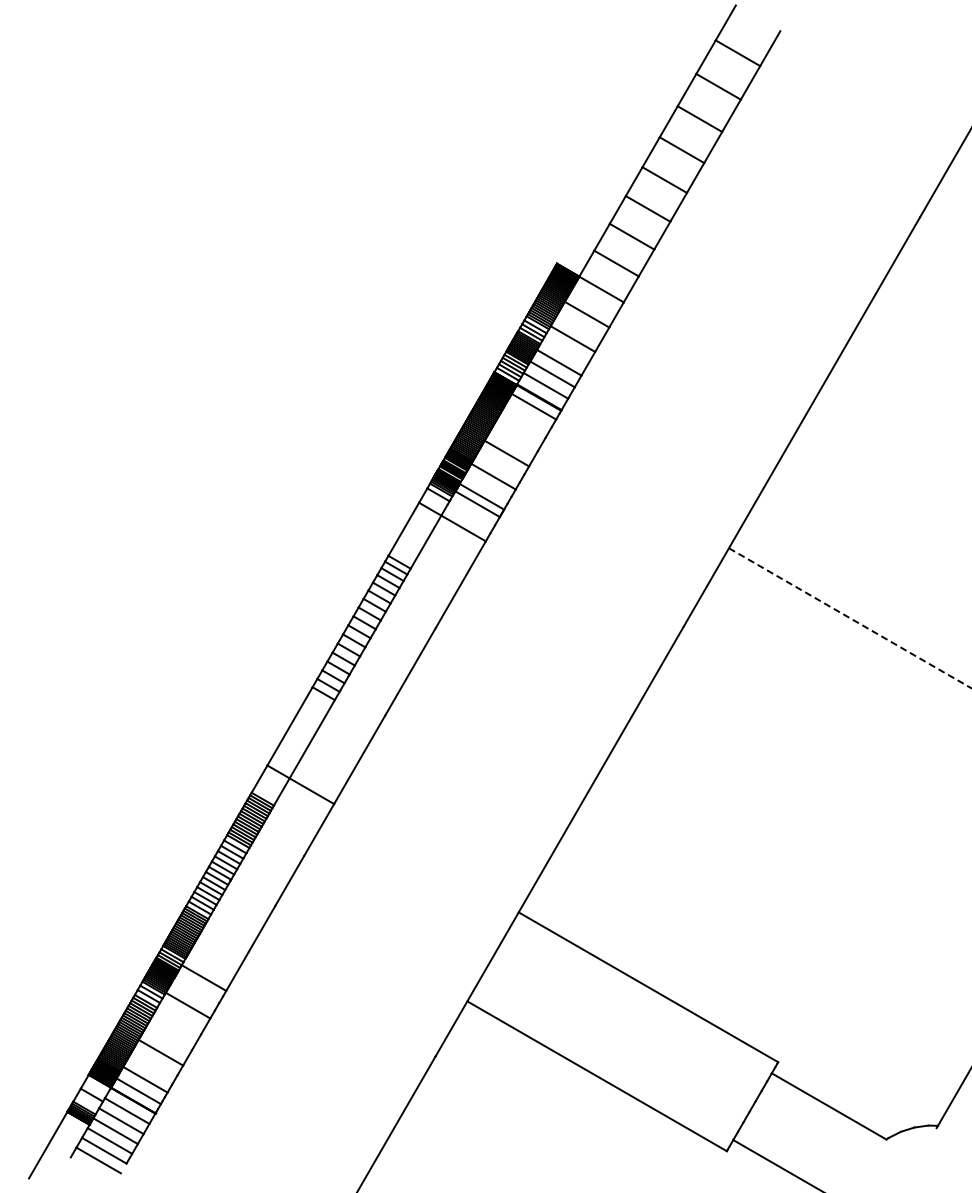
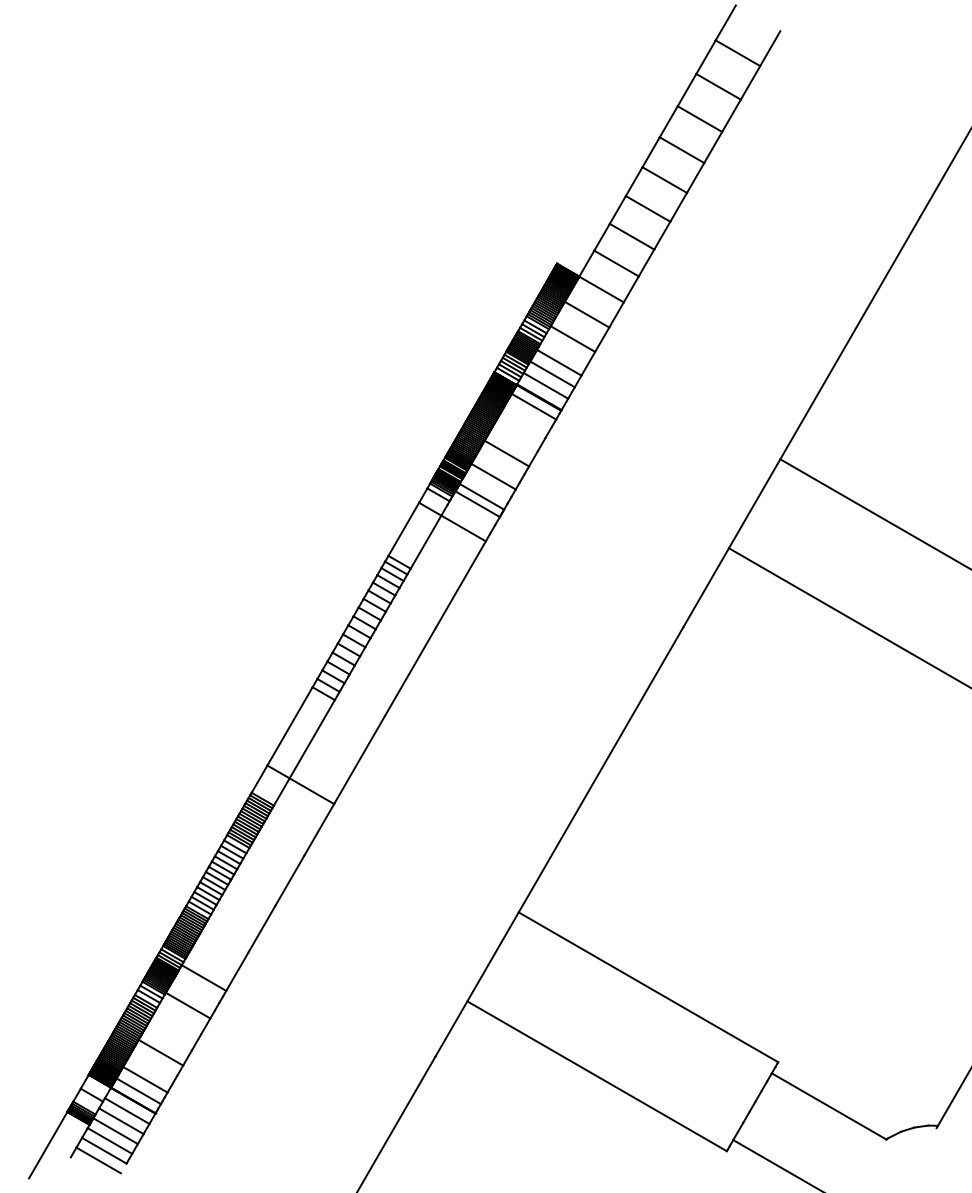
line at (874, 513): none -> present
line at (850, 618): dashed -> solid
